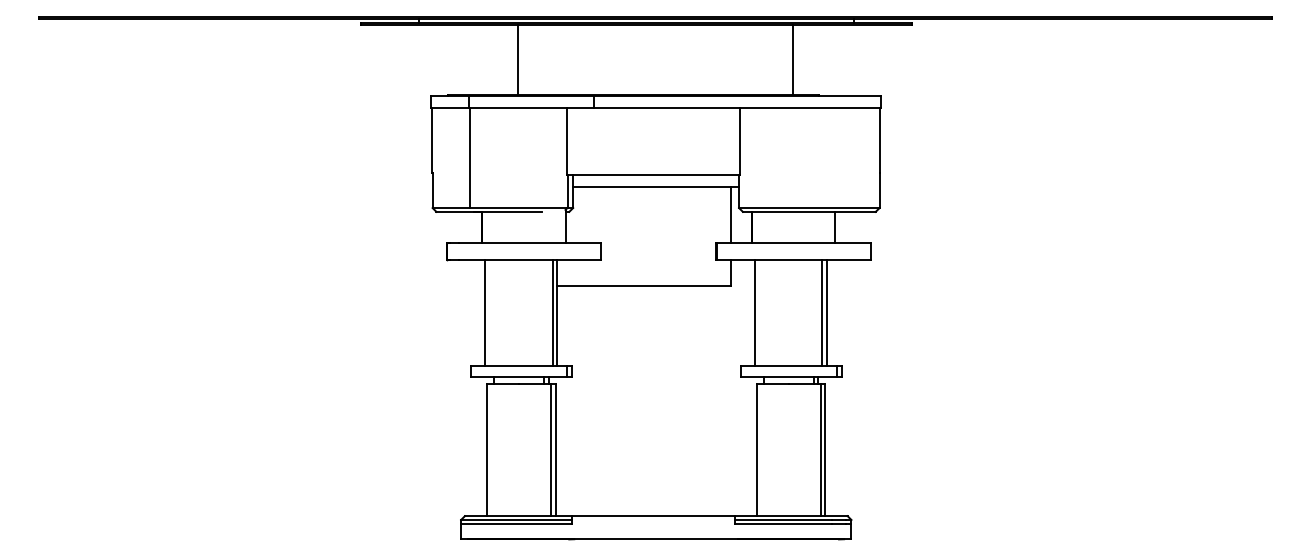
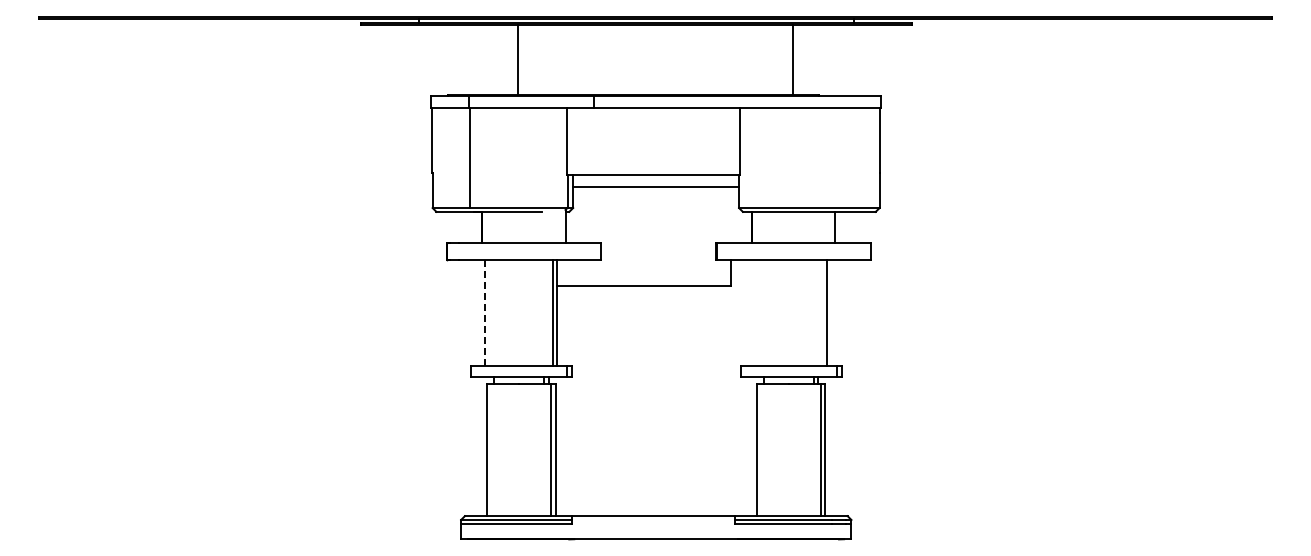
line at (731, 214): present -> none
line at (485, 312): solid -> dashed
line at (754, 312): present -> none
line at (822, 312): present -> none
